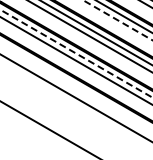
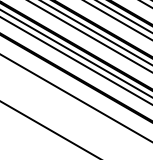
line at (118, 20): dashed -> solid
line at (76, 53): dashed -> solid
